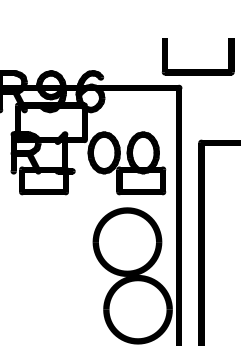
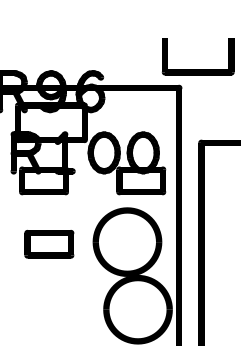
part at (49, 243): none -> present
